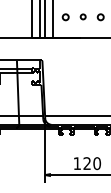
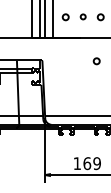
part at (96, 61): none -> present
text at (91, 163): 120 -> 169
